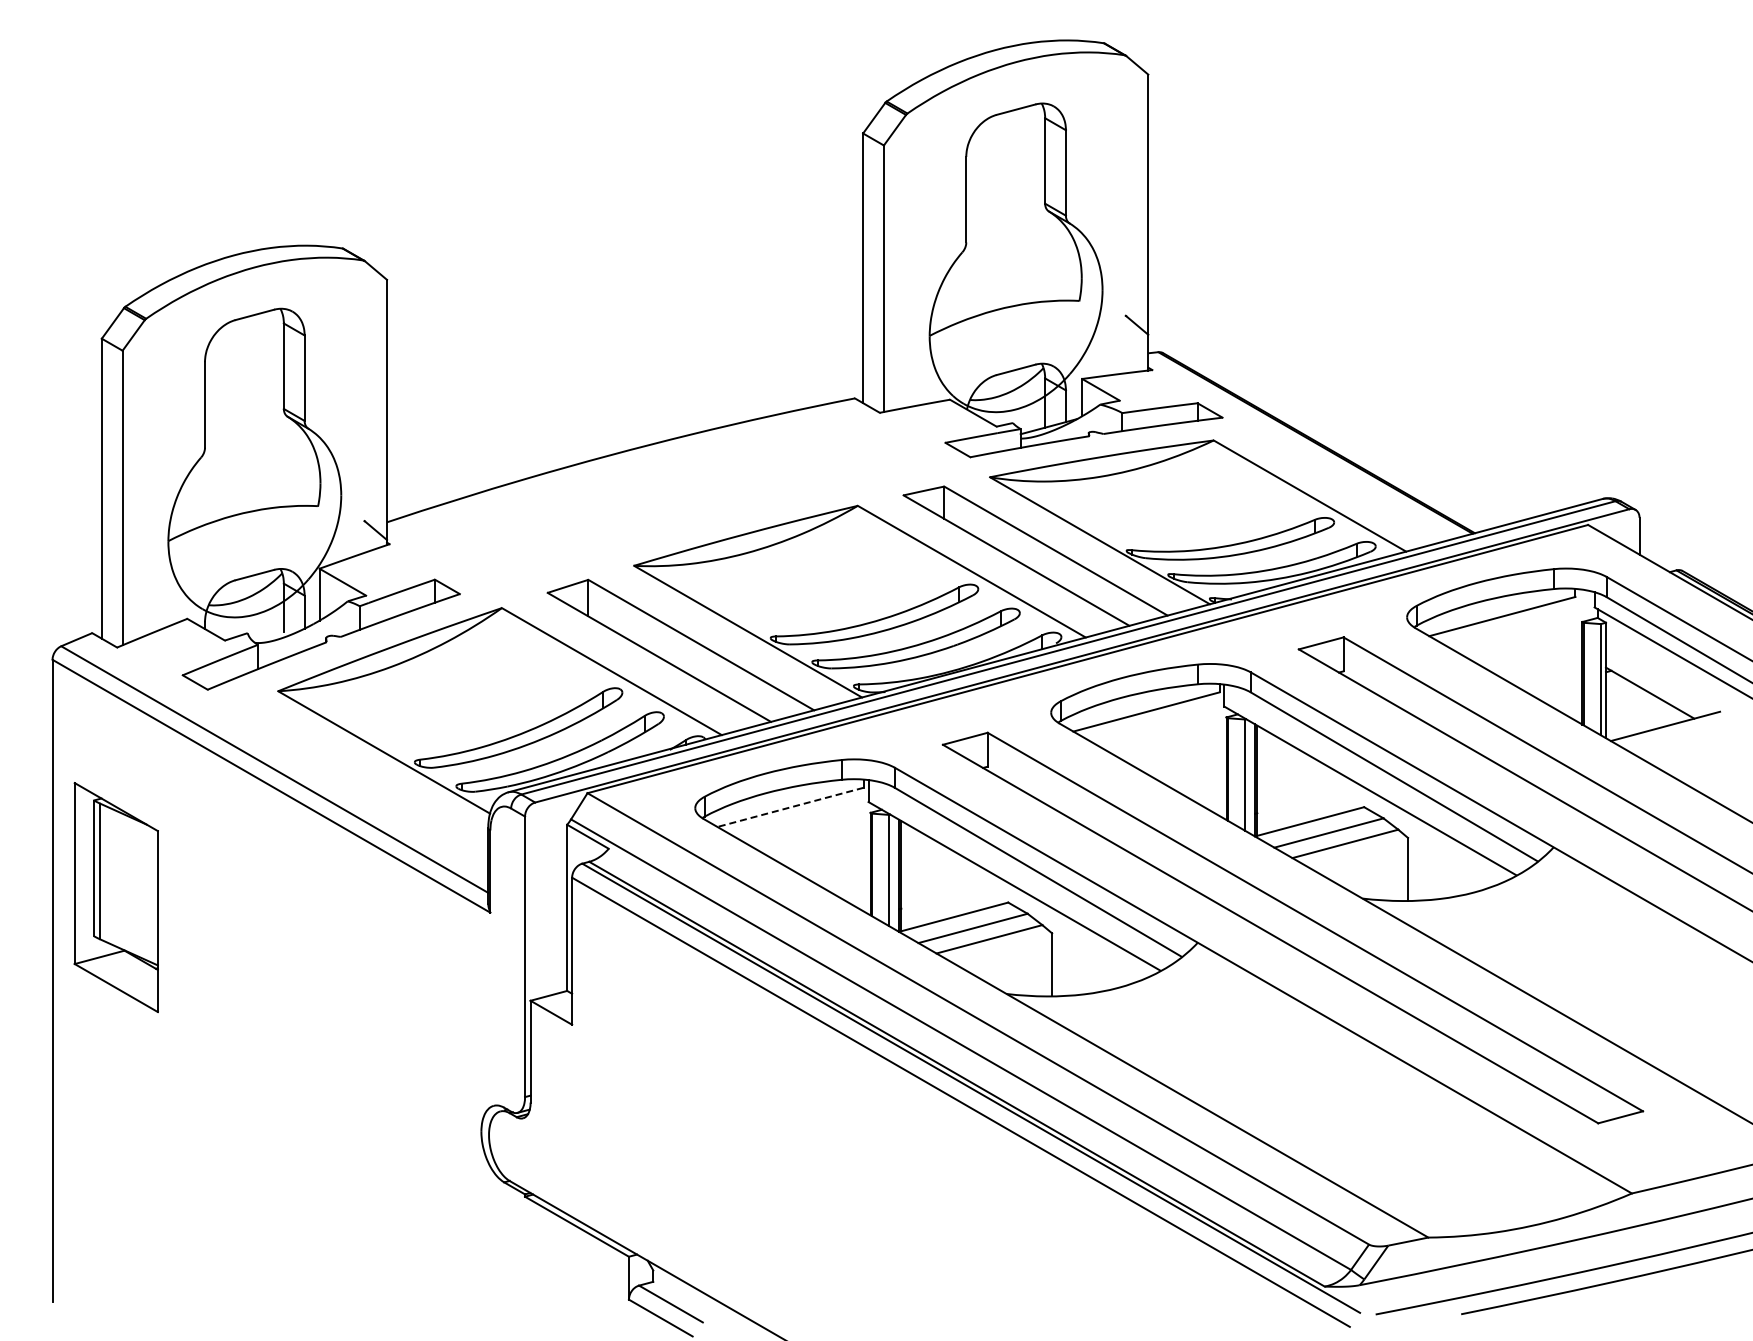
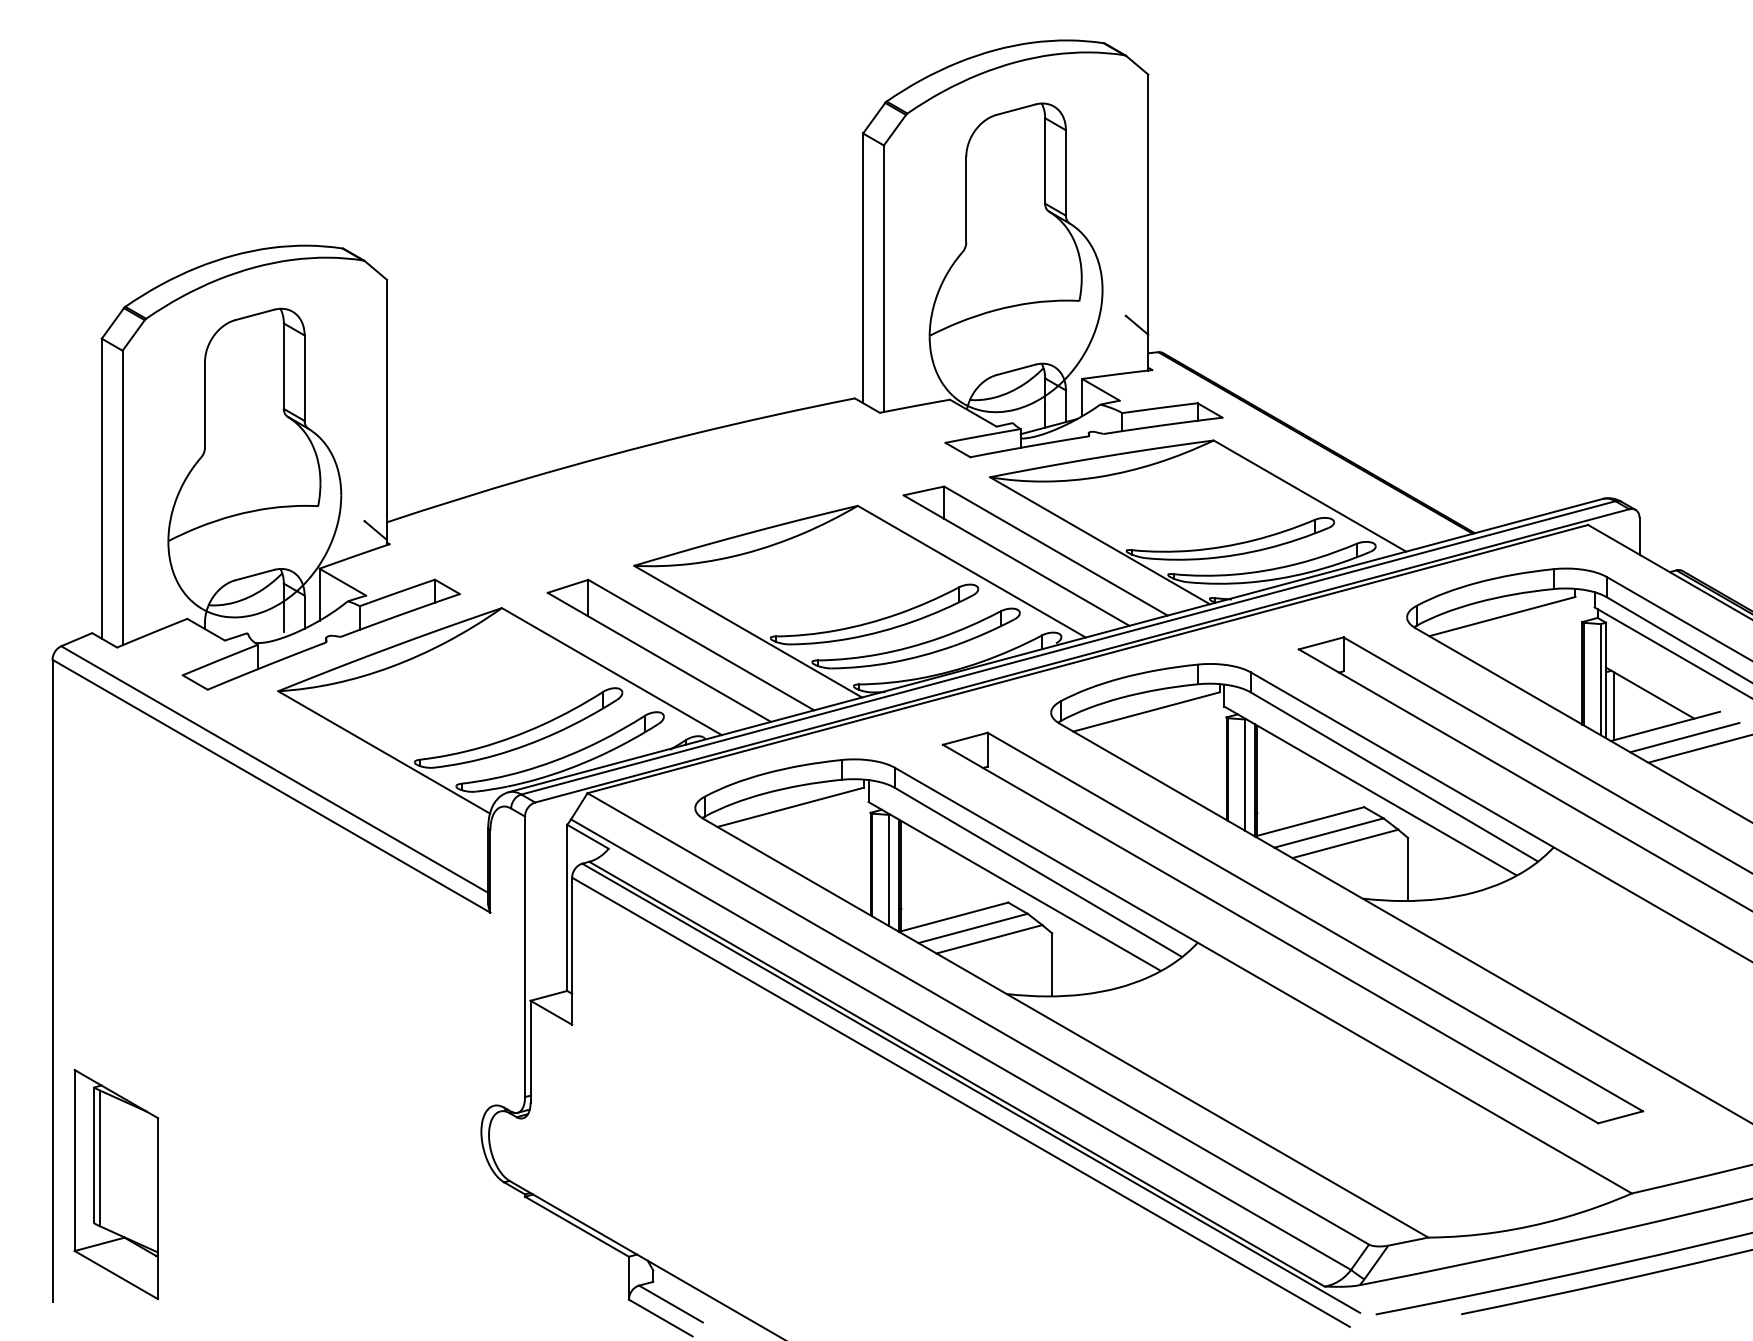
line at (1613, 706): none -> present
line at (1684, 737): none -> present
line at (1698, 748): none -> present
line at (790, 807): dashed -> solid
part at (115, 897) position: (115, 897) -> (115, 1184)
